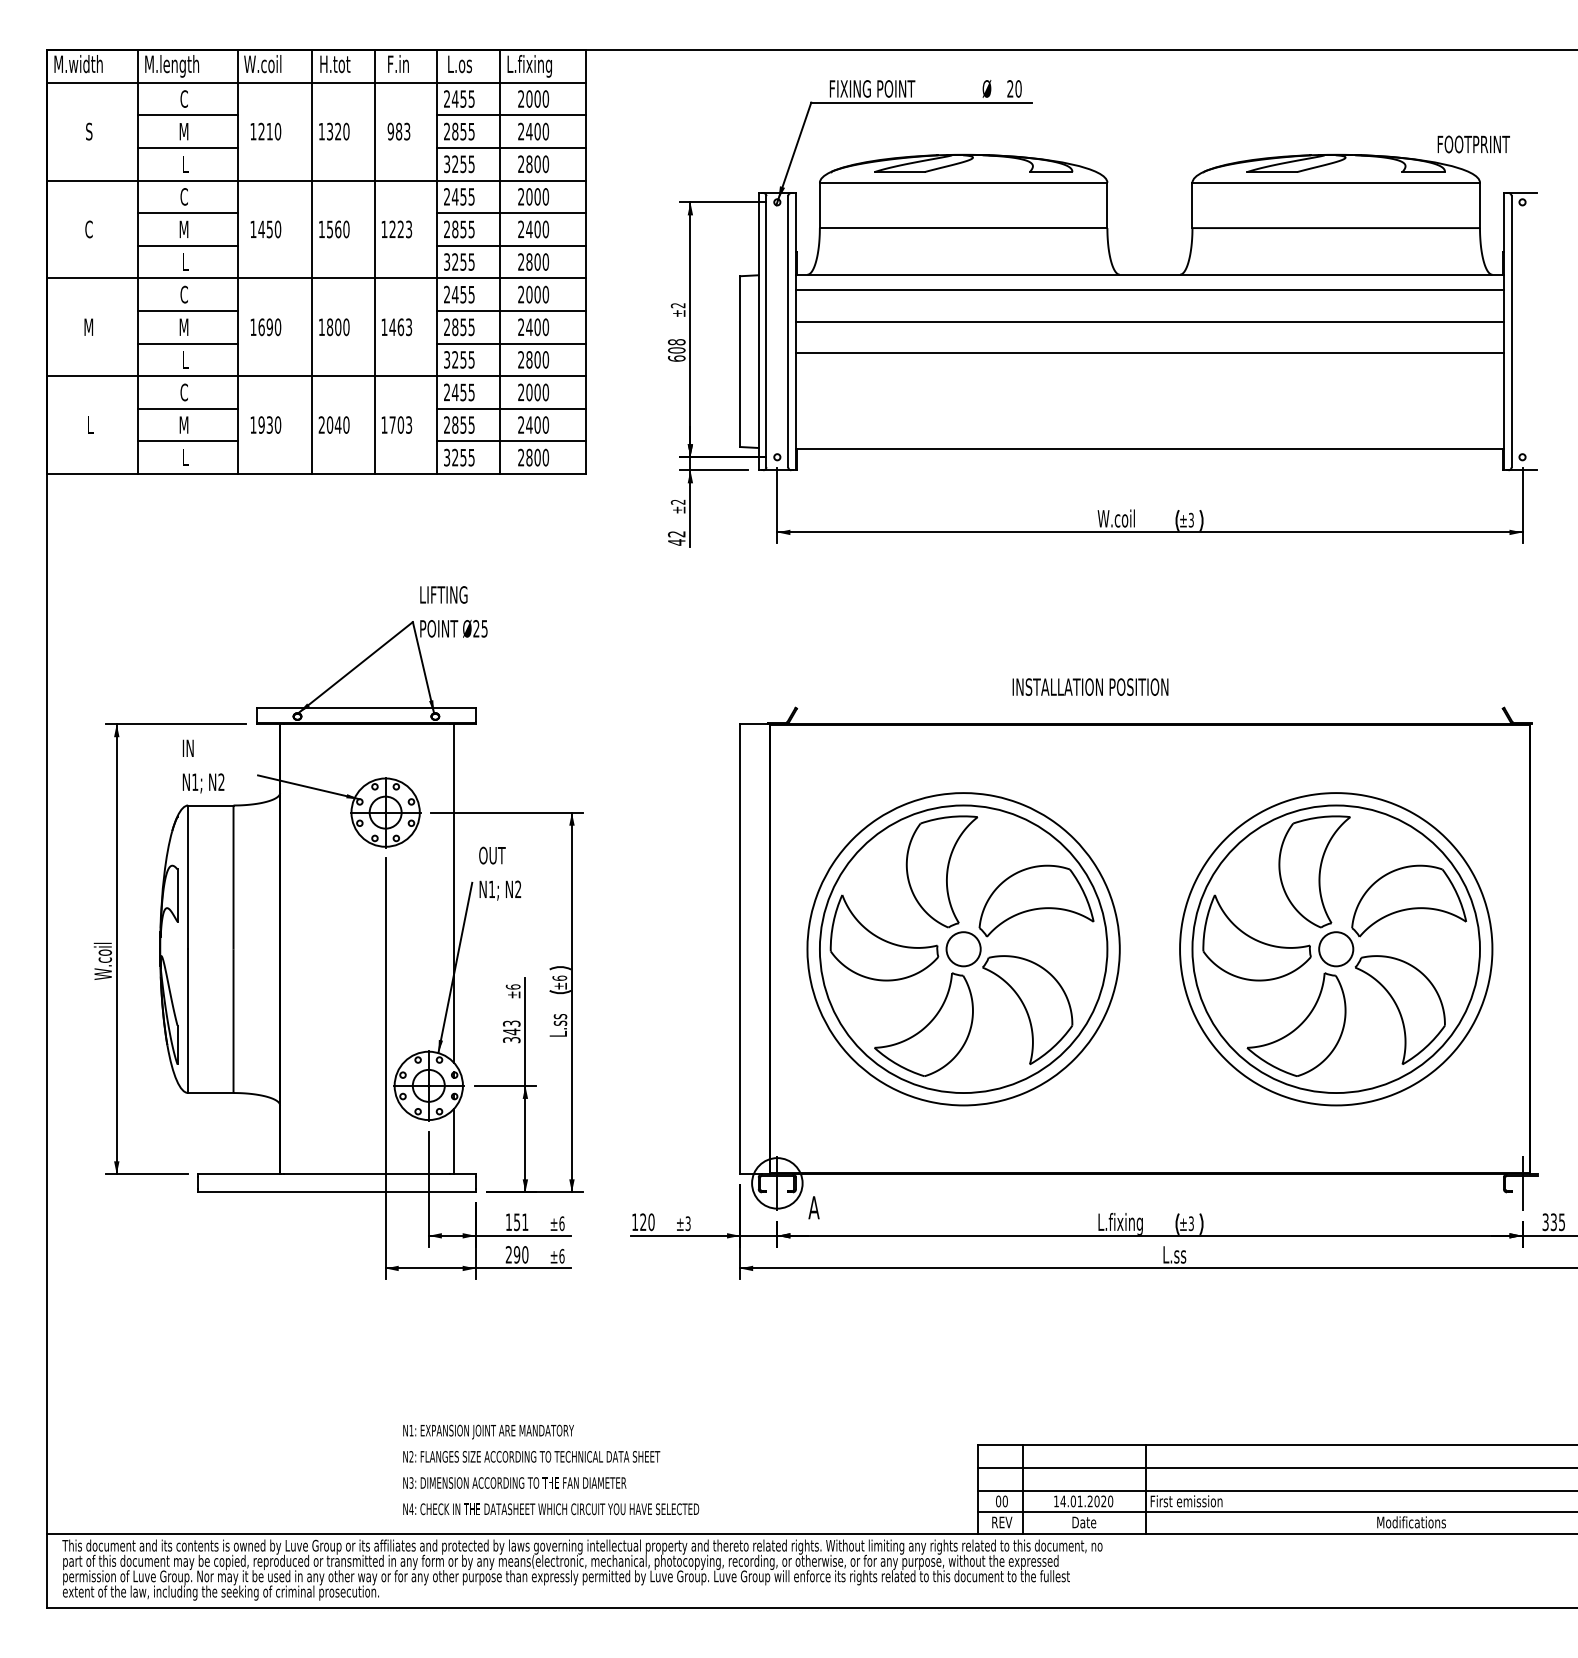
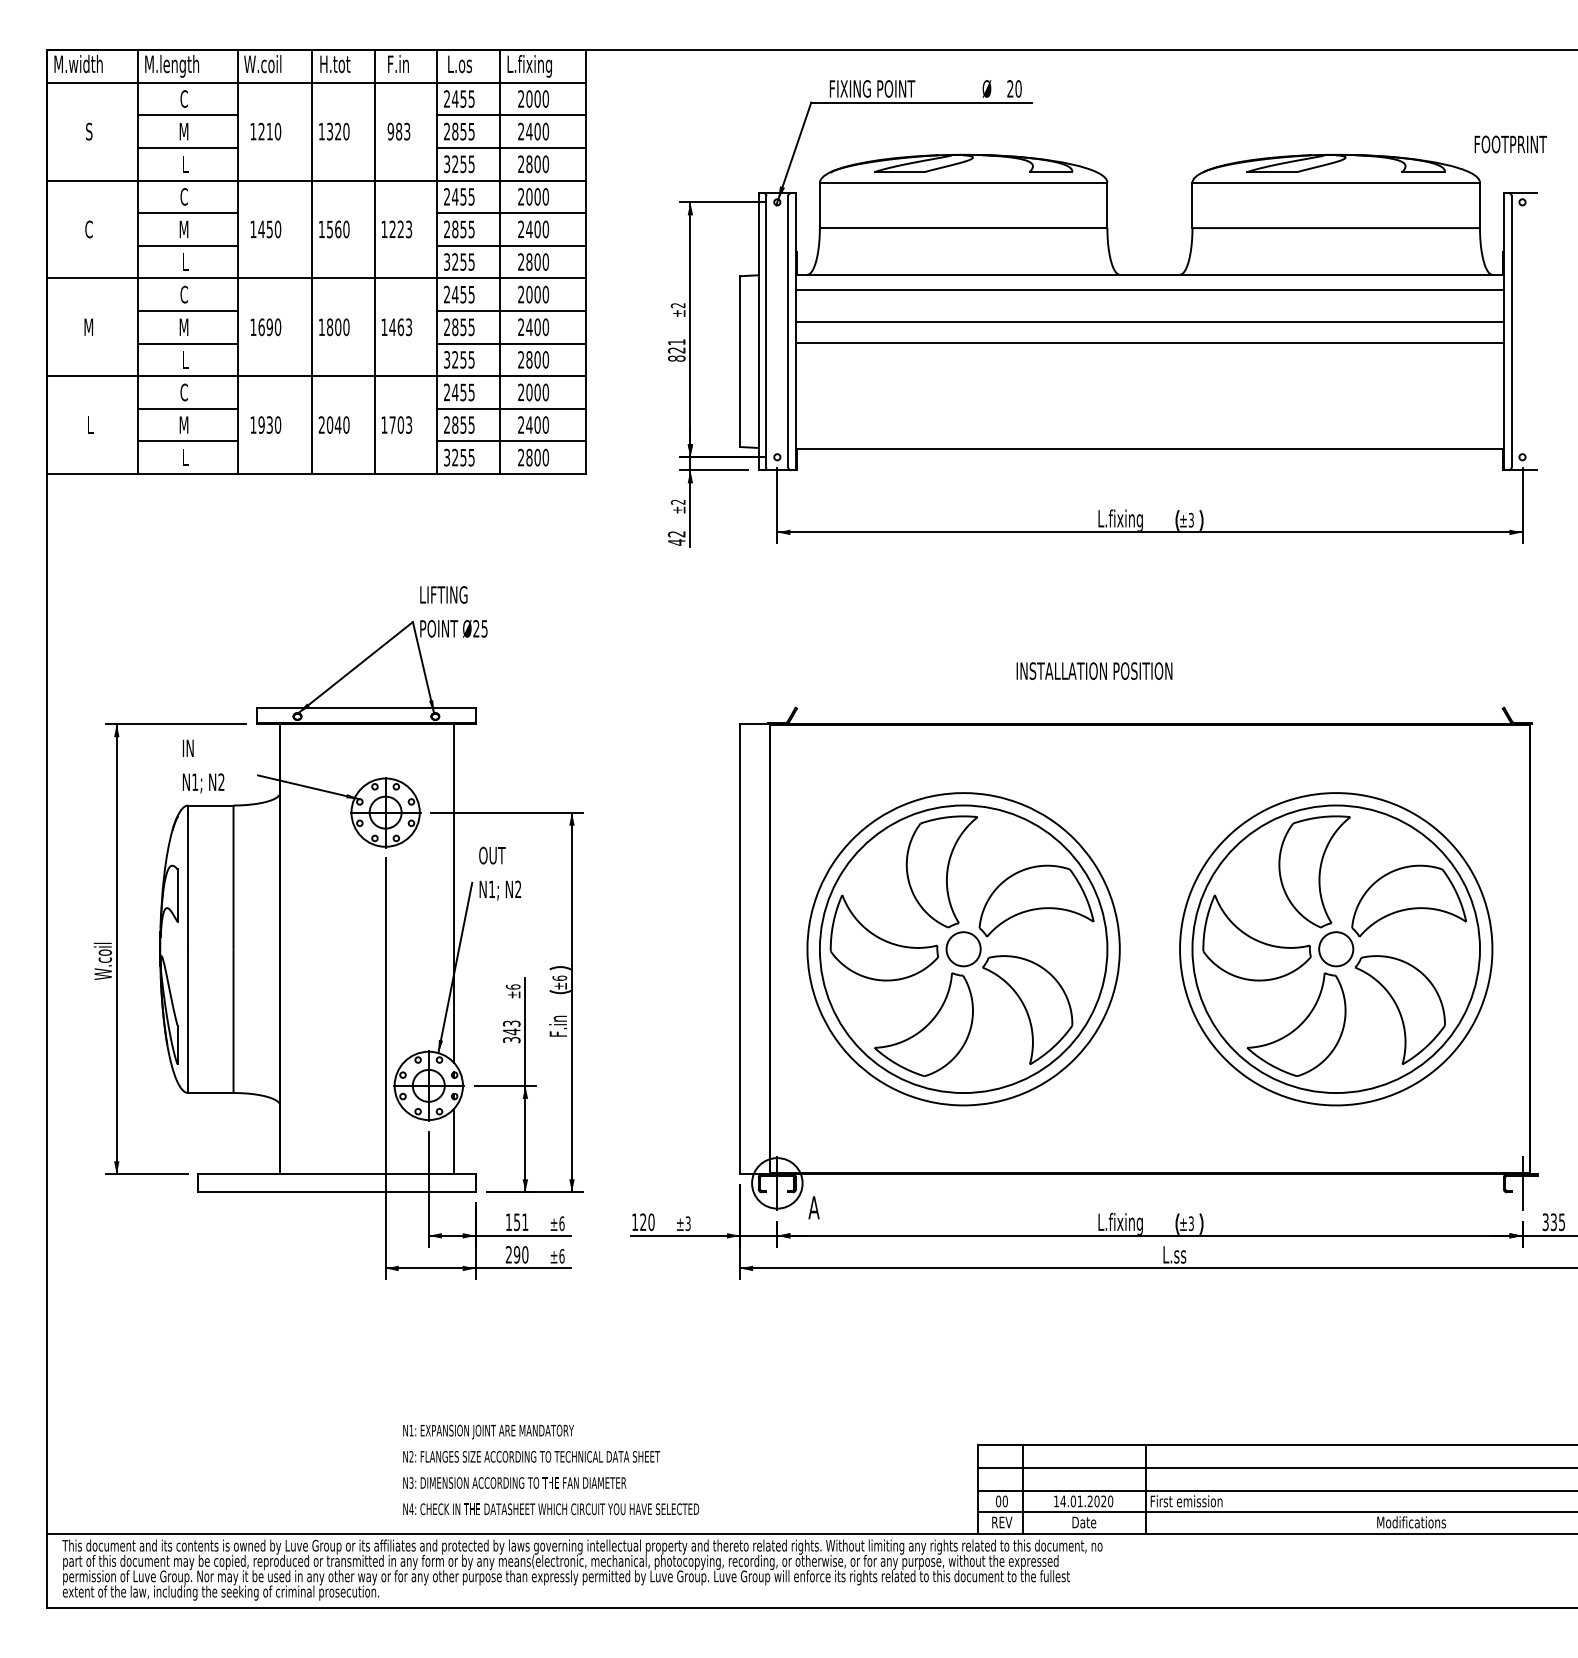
text at (1473, 144) position: (1473, 144) -> (1510, 144)
text at (676, 350): 608 -> 821
line at (1149, 352) position: (1149, 352) -> (1149, 342)
text at (1119, 519): W.coil -> L.fixing
text at (1090, 686) position: (1090, 686) -> (1094, 670)
text at (558, 1024): L.ss -> F.in
